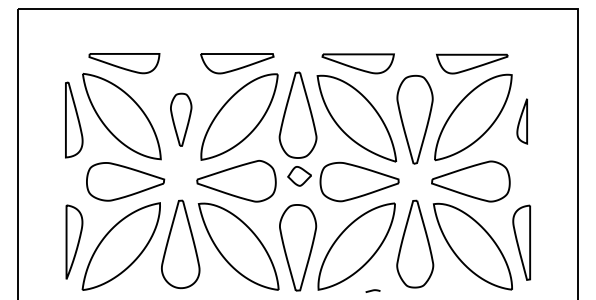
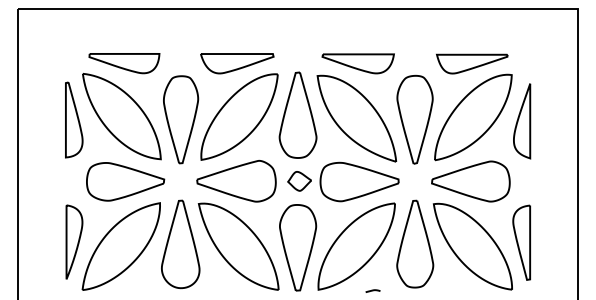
part at (181, 119) size: 23x55 px -> 37x90 px
part at (521, 121) size: 12x47 px -> 19x77 px
part at (299, 176) position: (299, 176) -> (299, 181)
